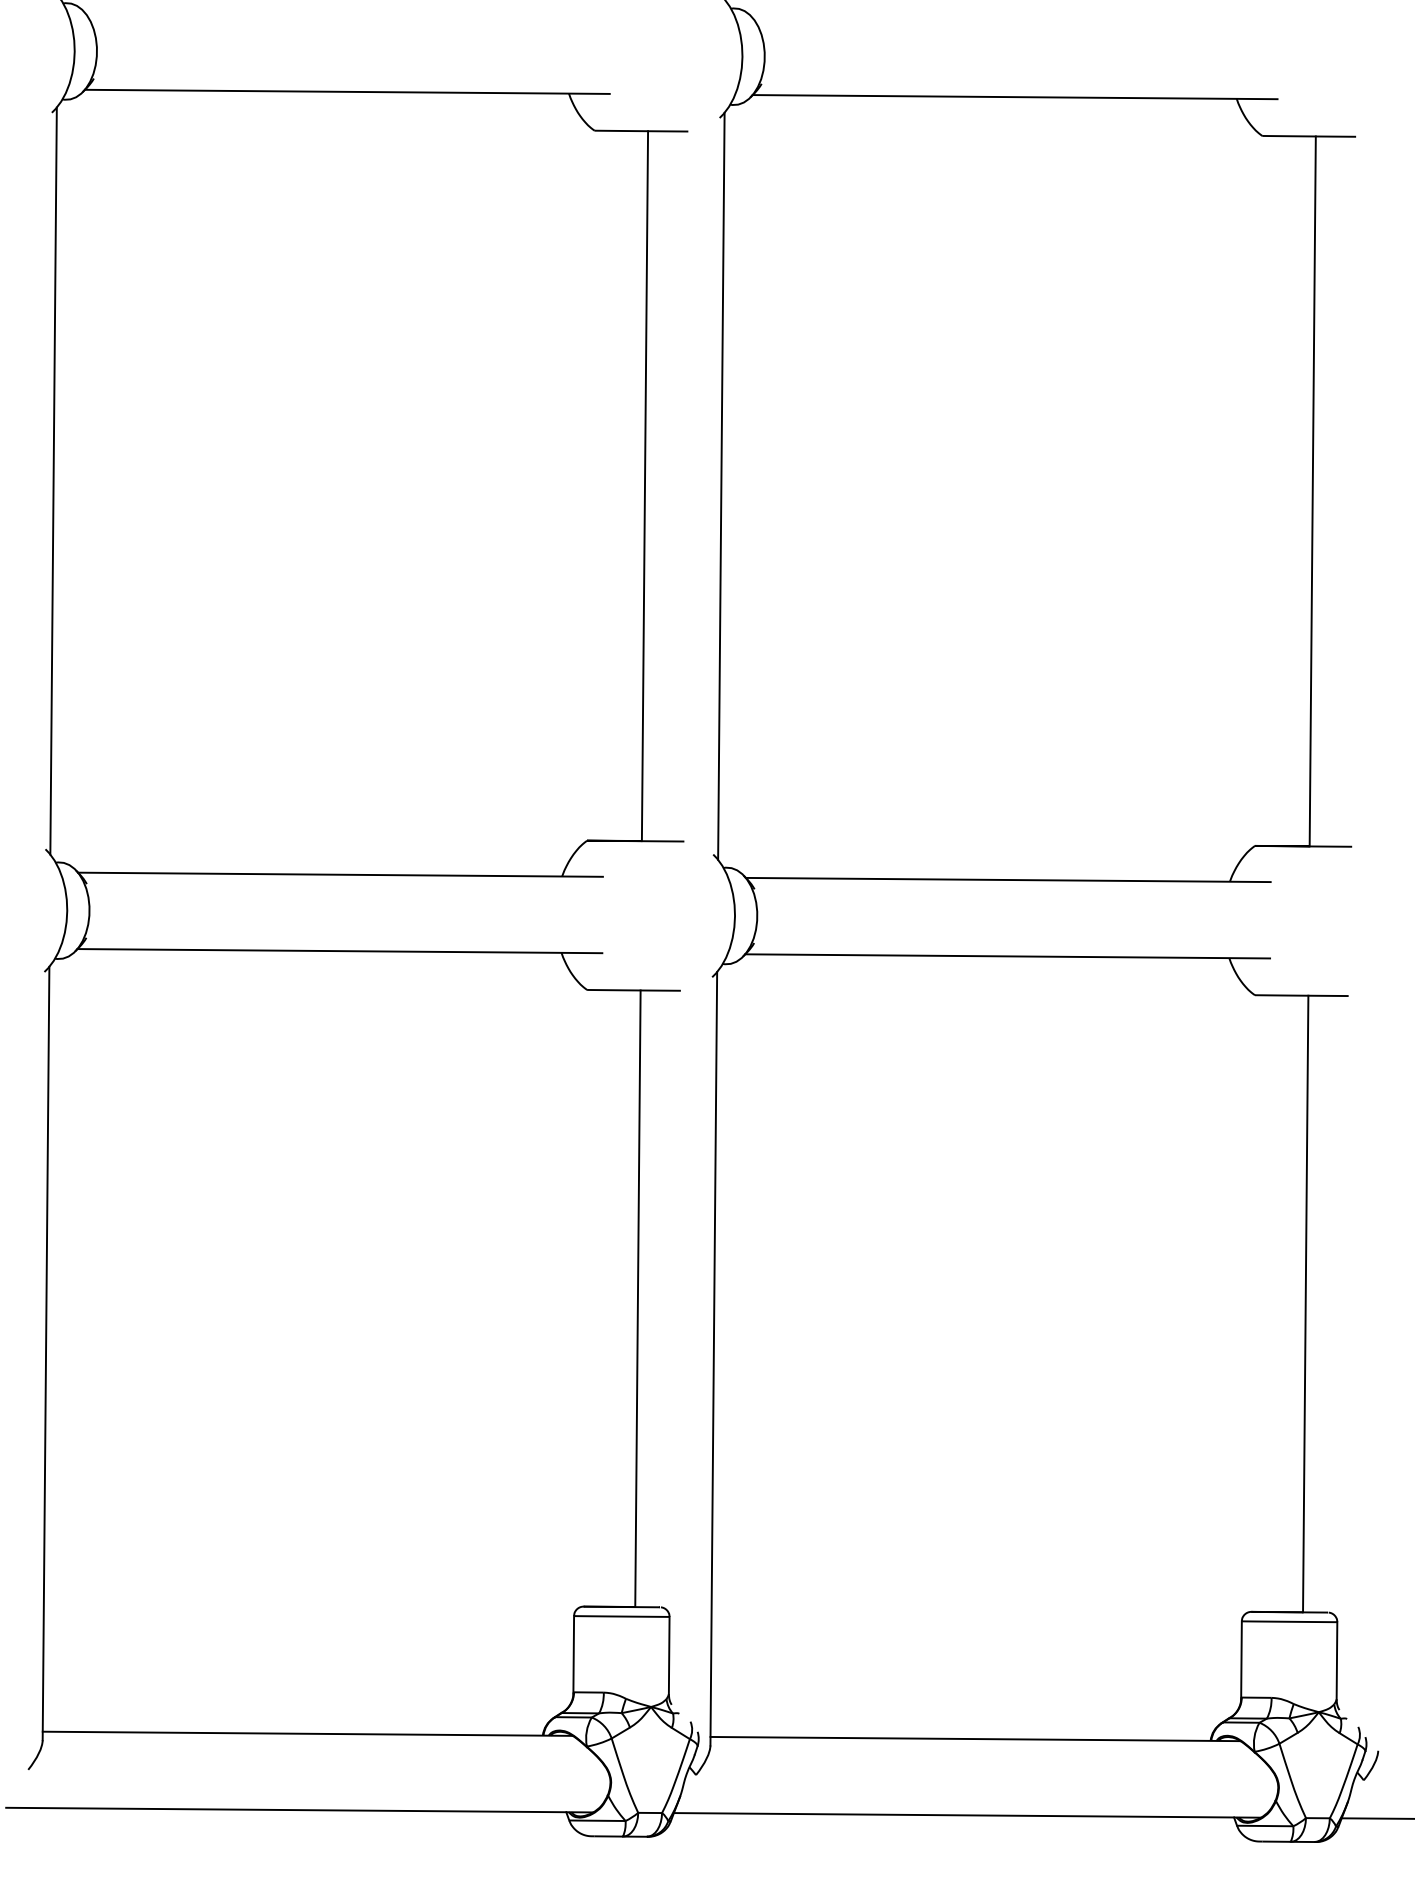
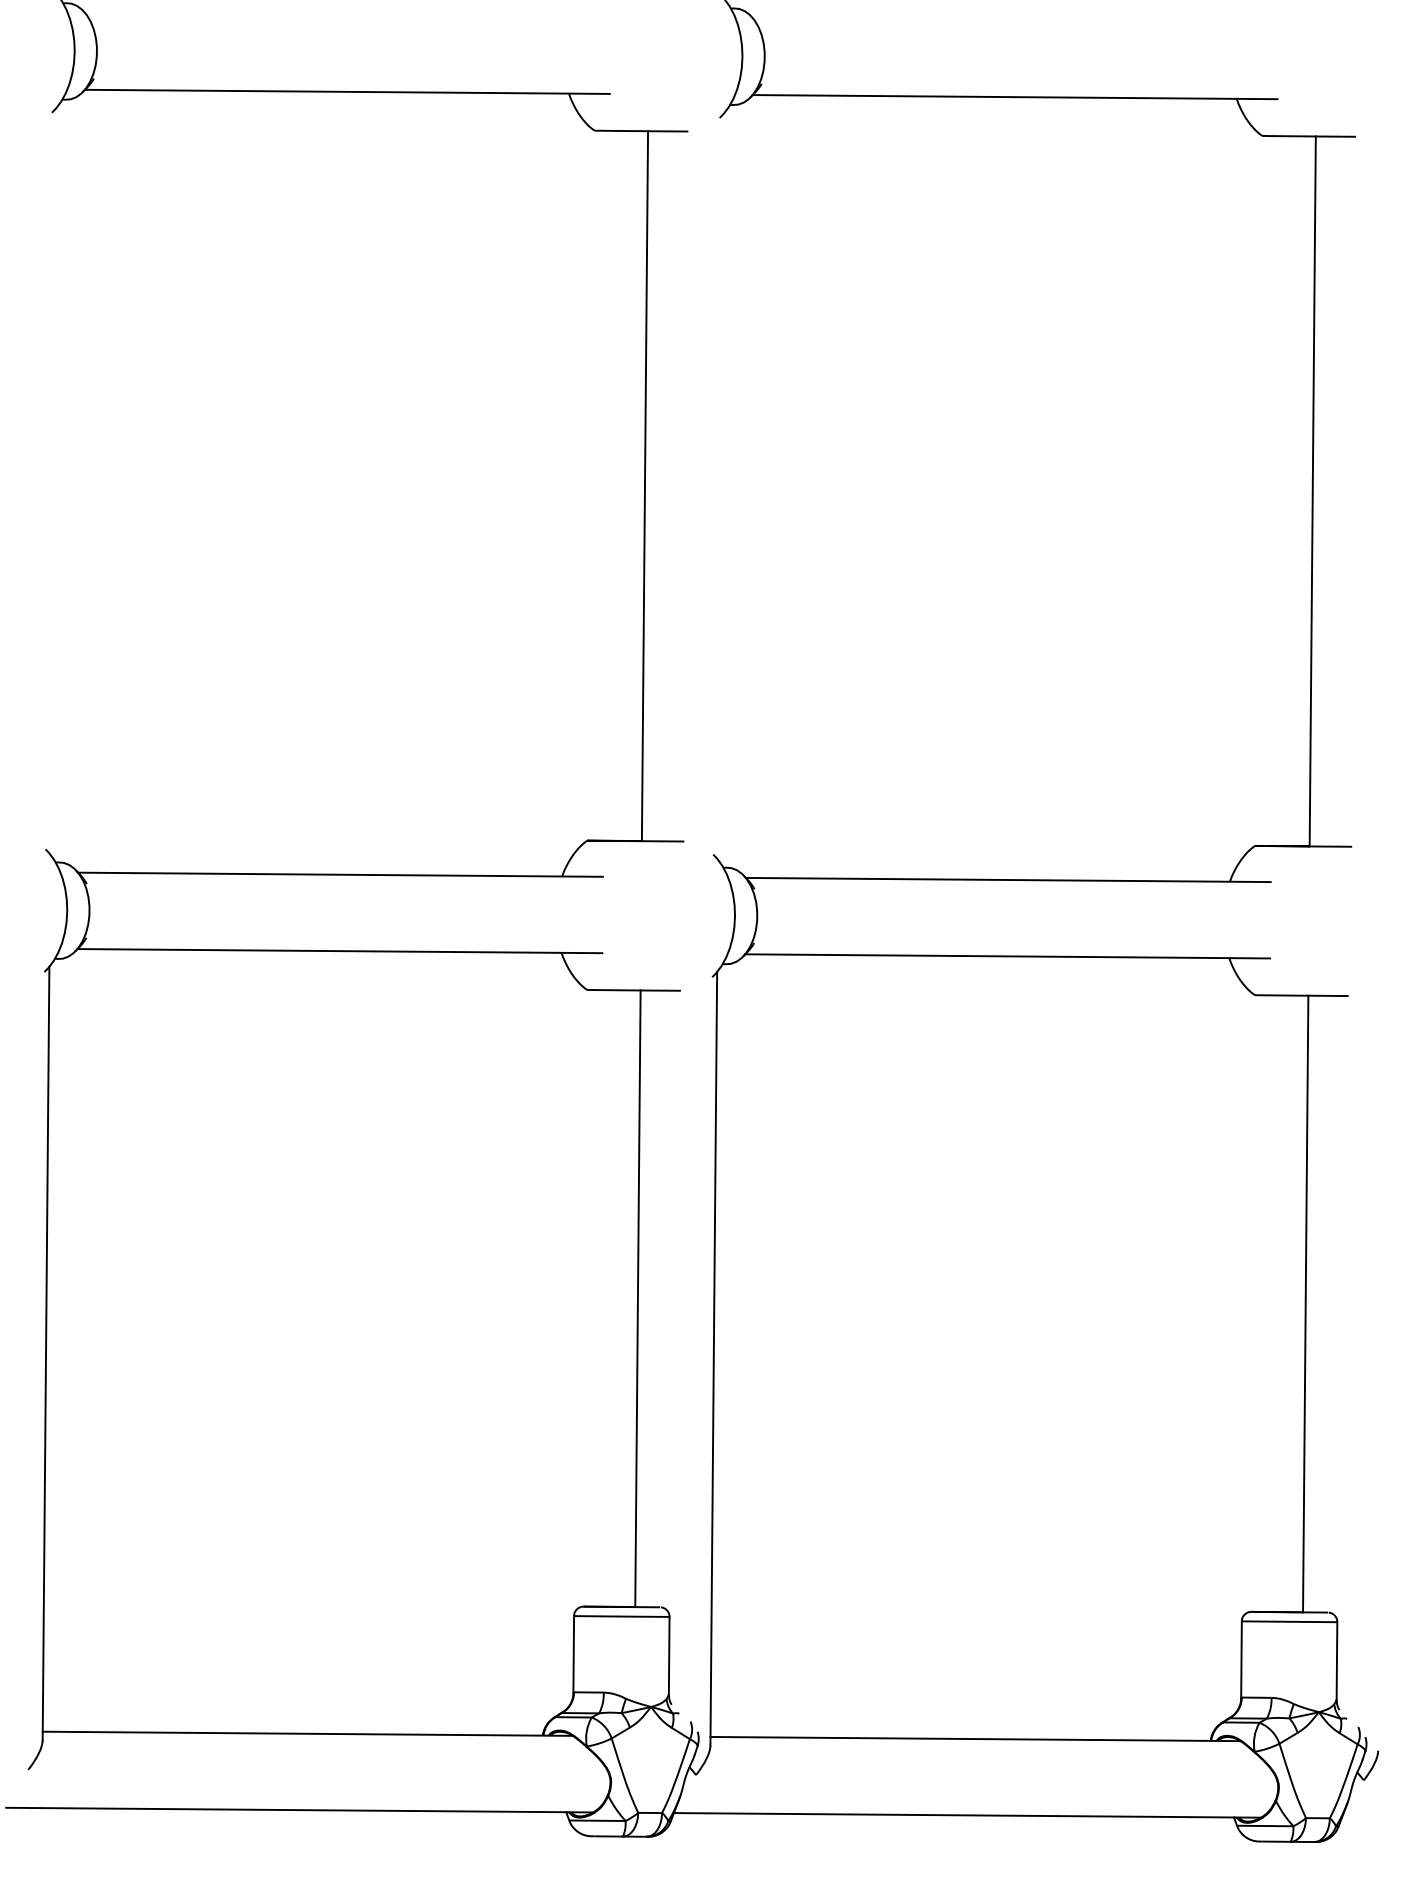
line at (53, 480): present -> none
line at (721, 485): present -> none
line at (1376, 1818): present -> none
